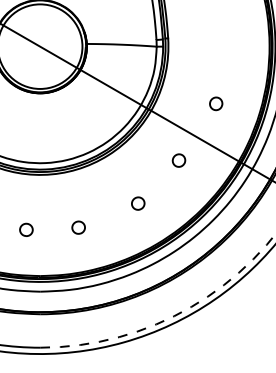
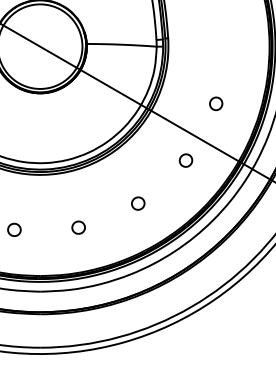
part at (178, 160) position: (178, 160) -> (185, 160)
part at (26, 229) position: (26, 229) -> (14, 229)
arc at (170, 317): dashed -> solid
